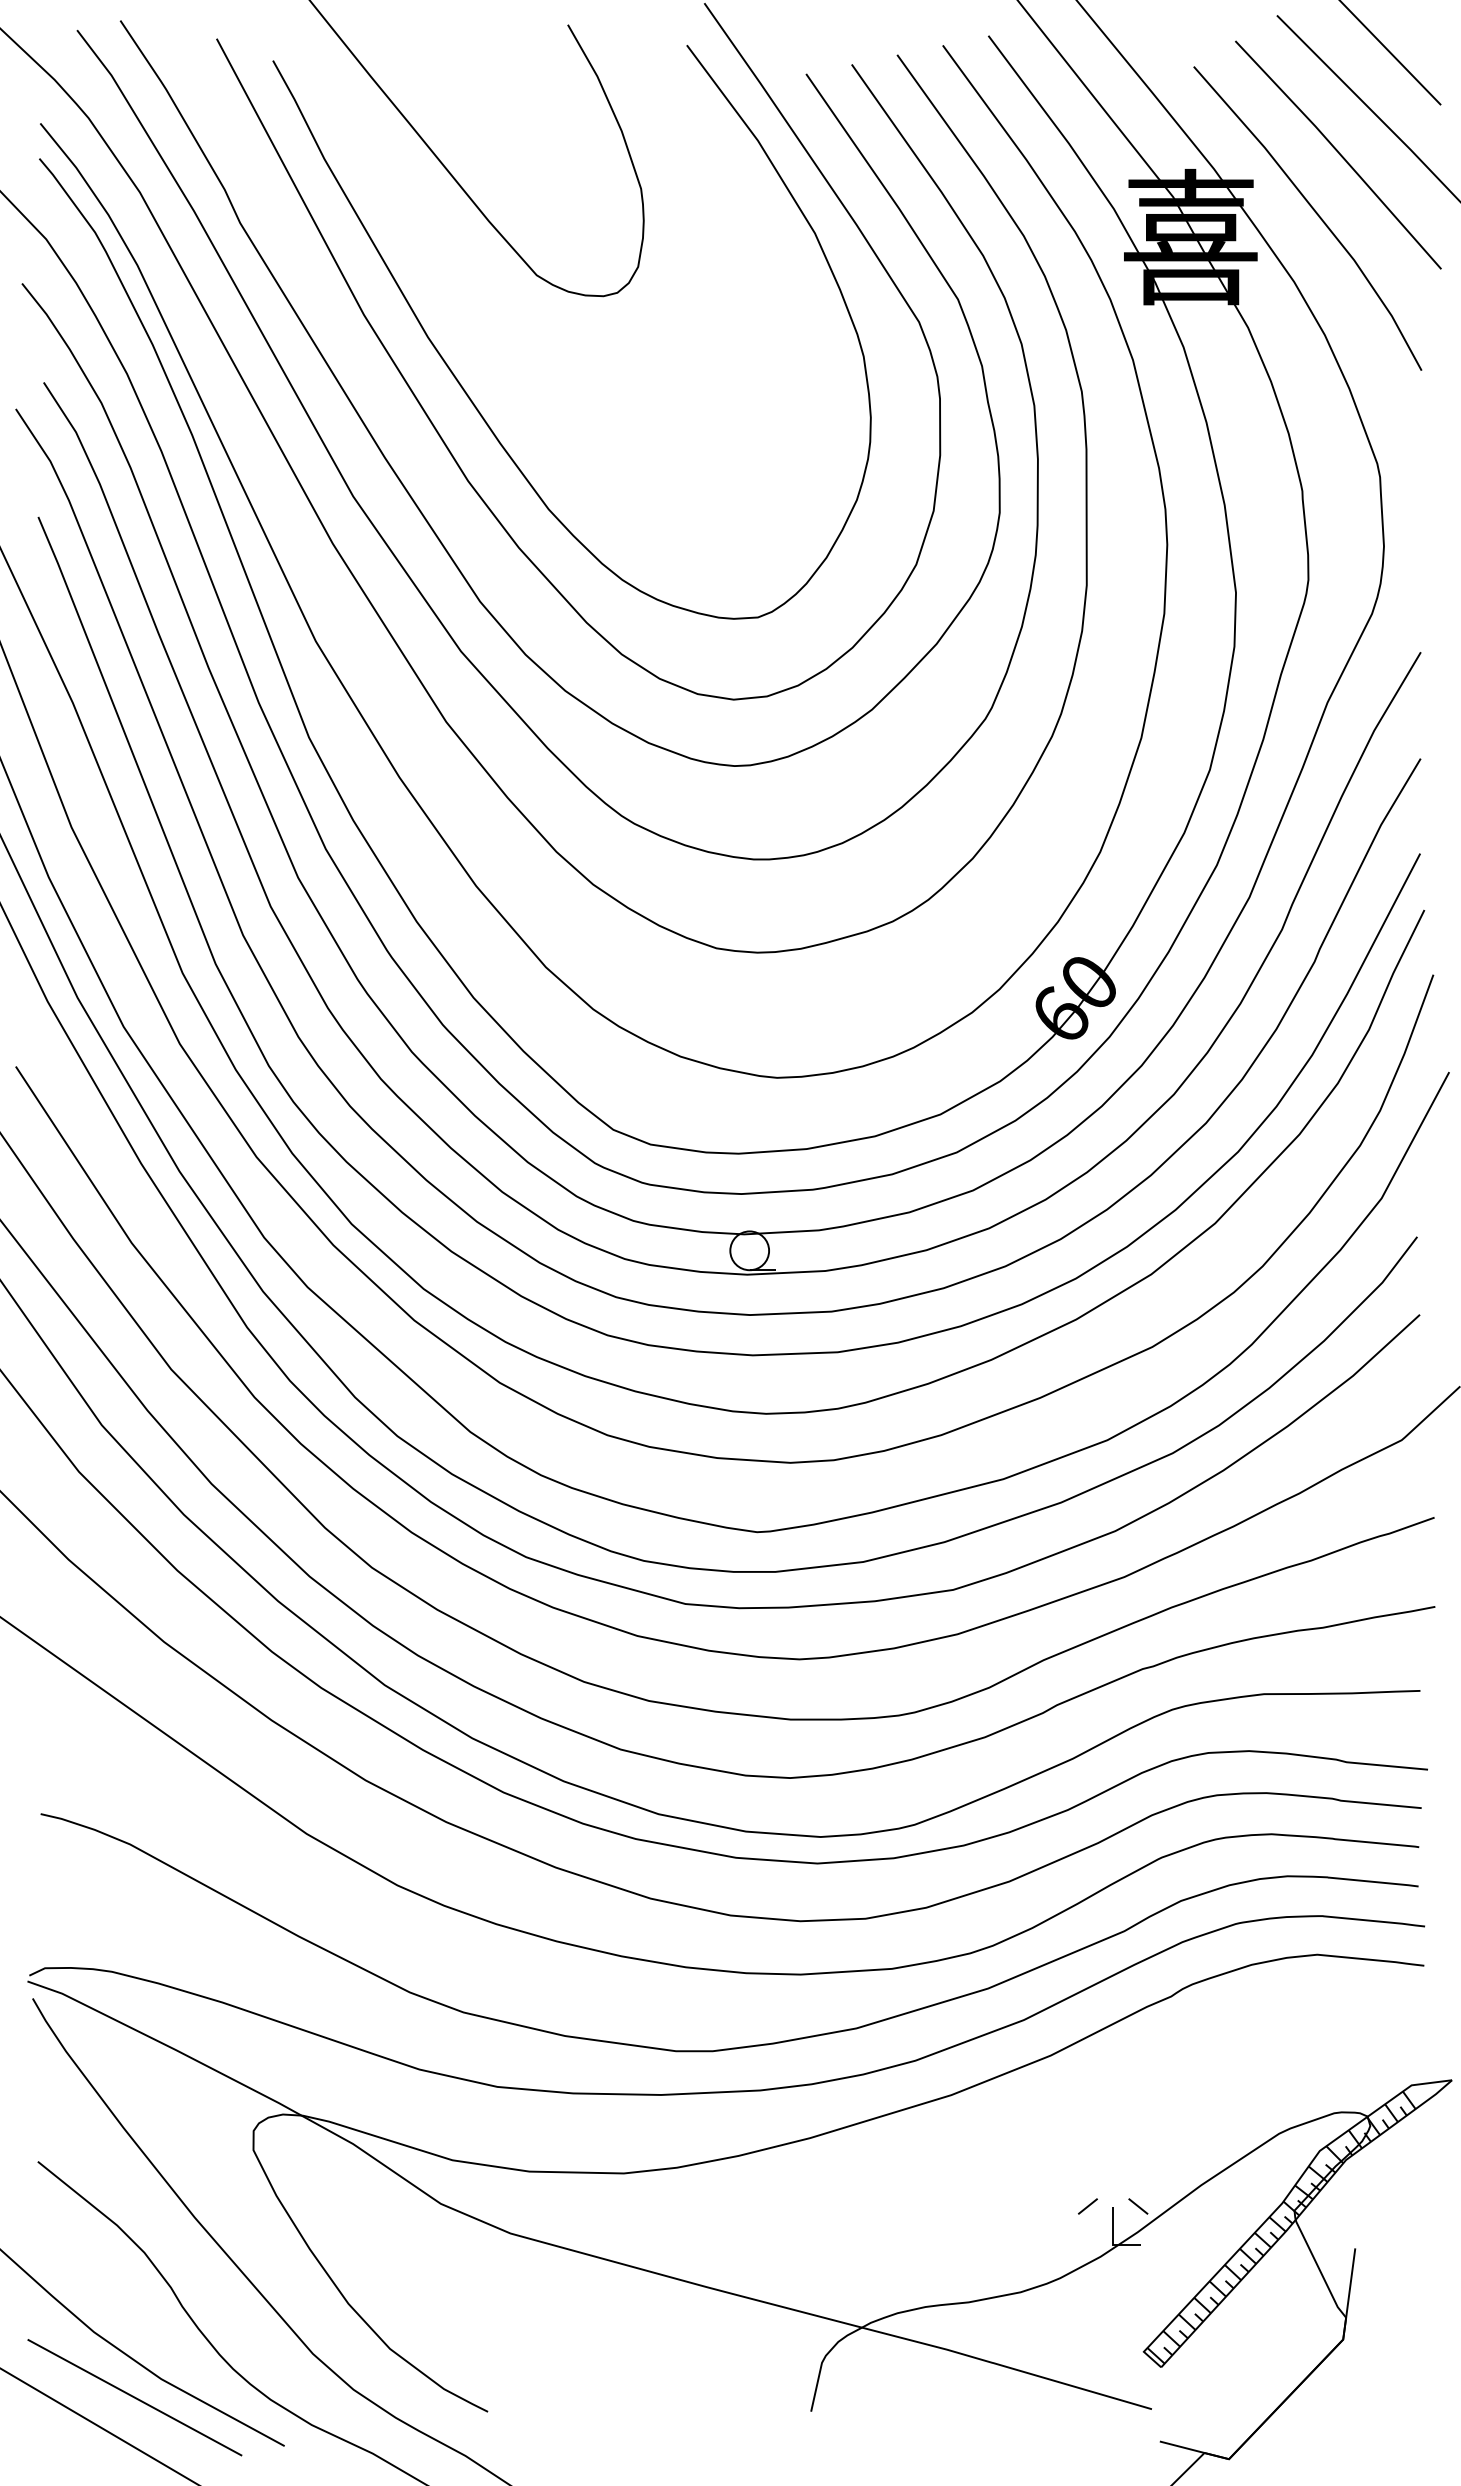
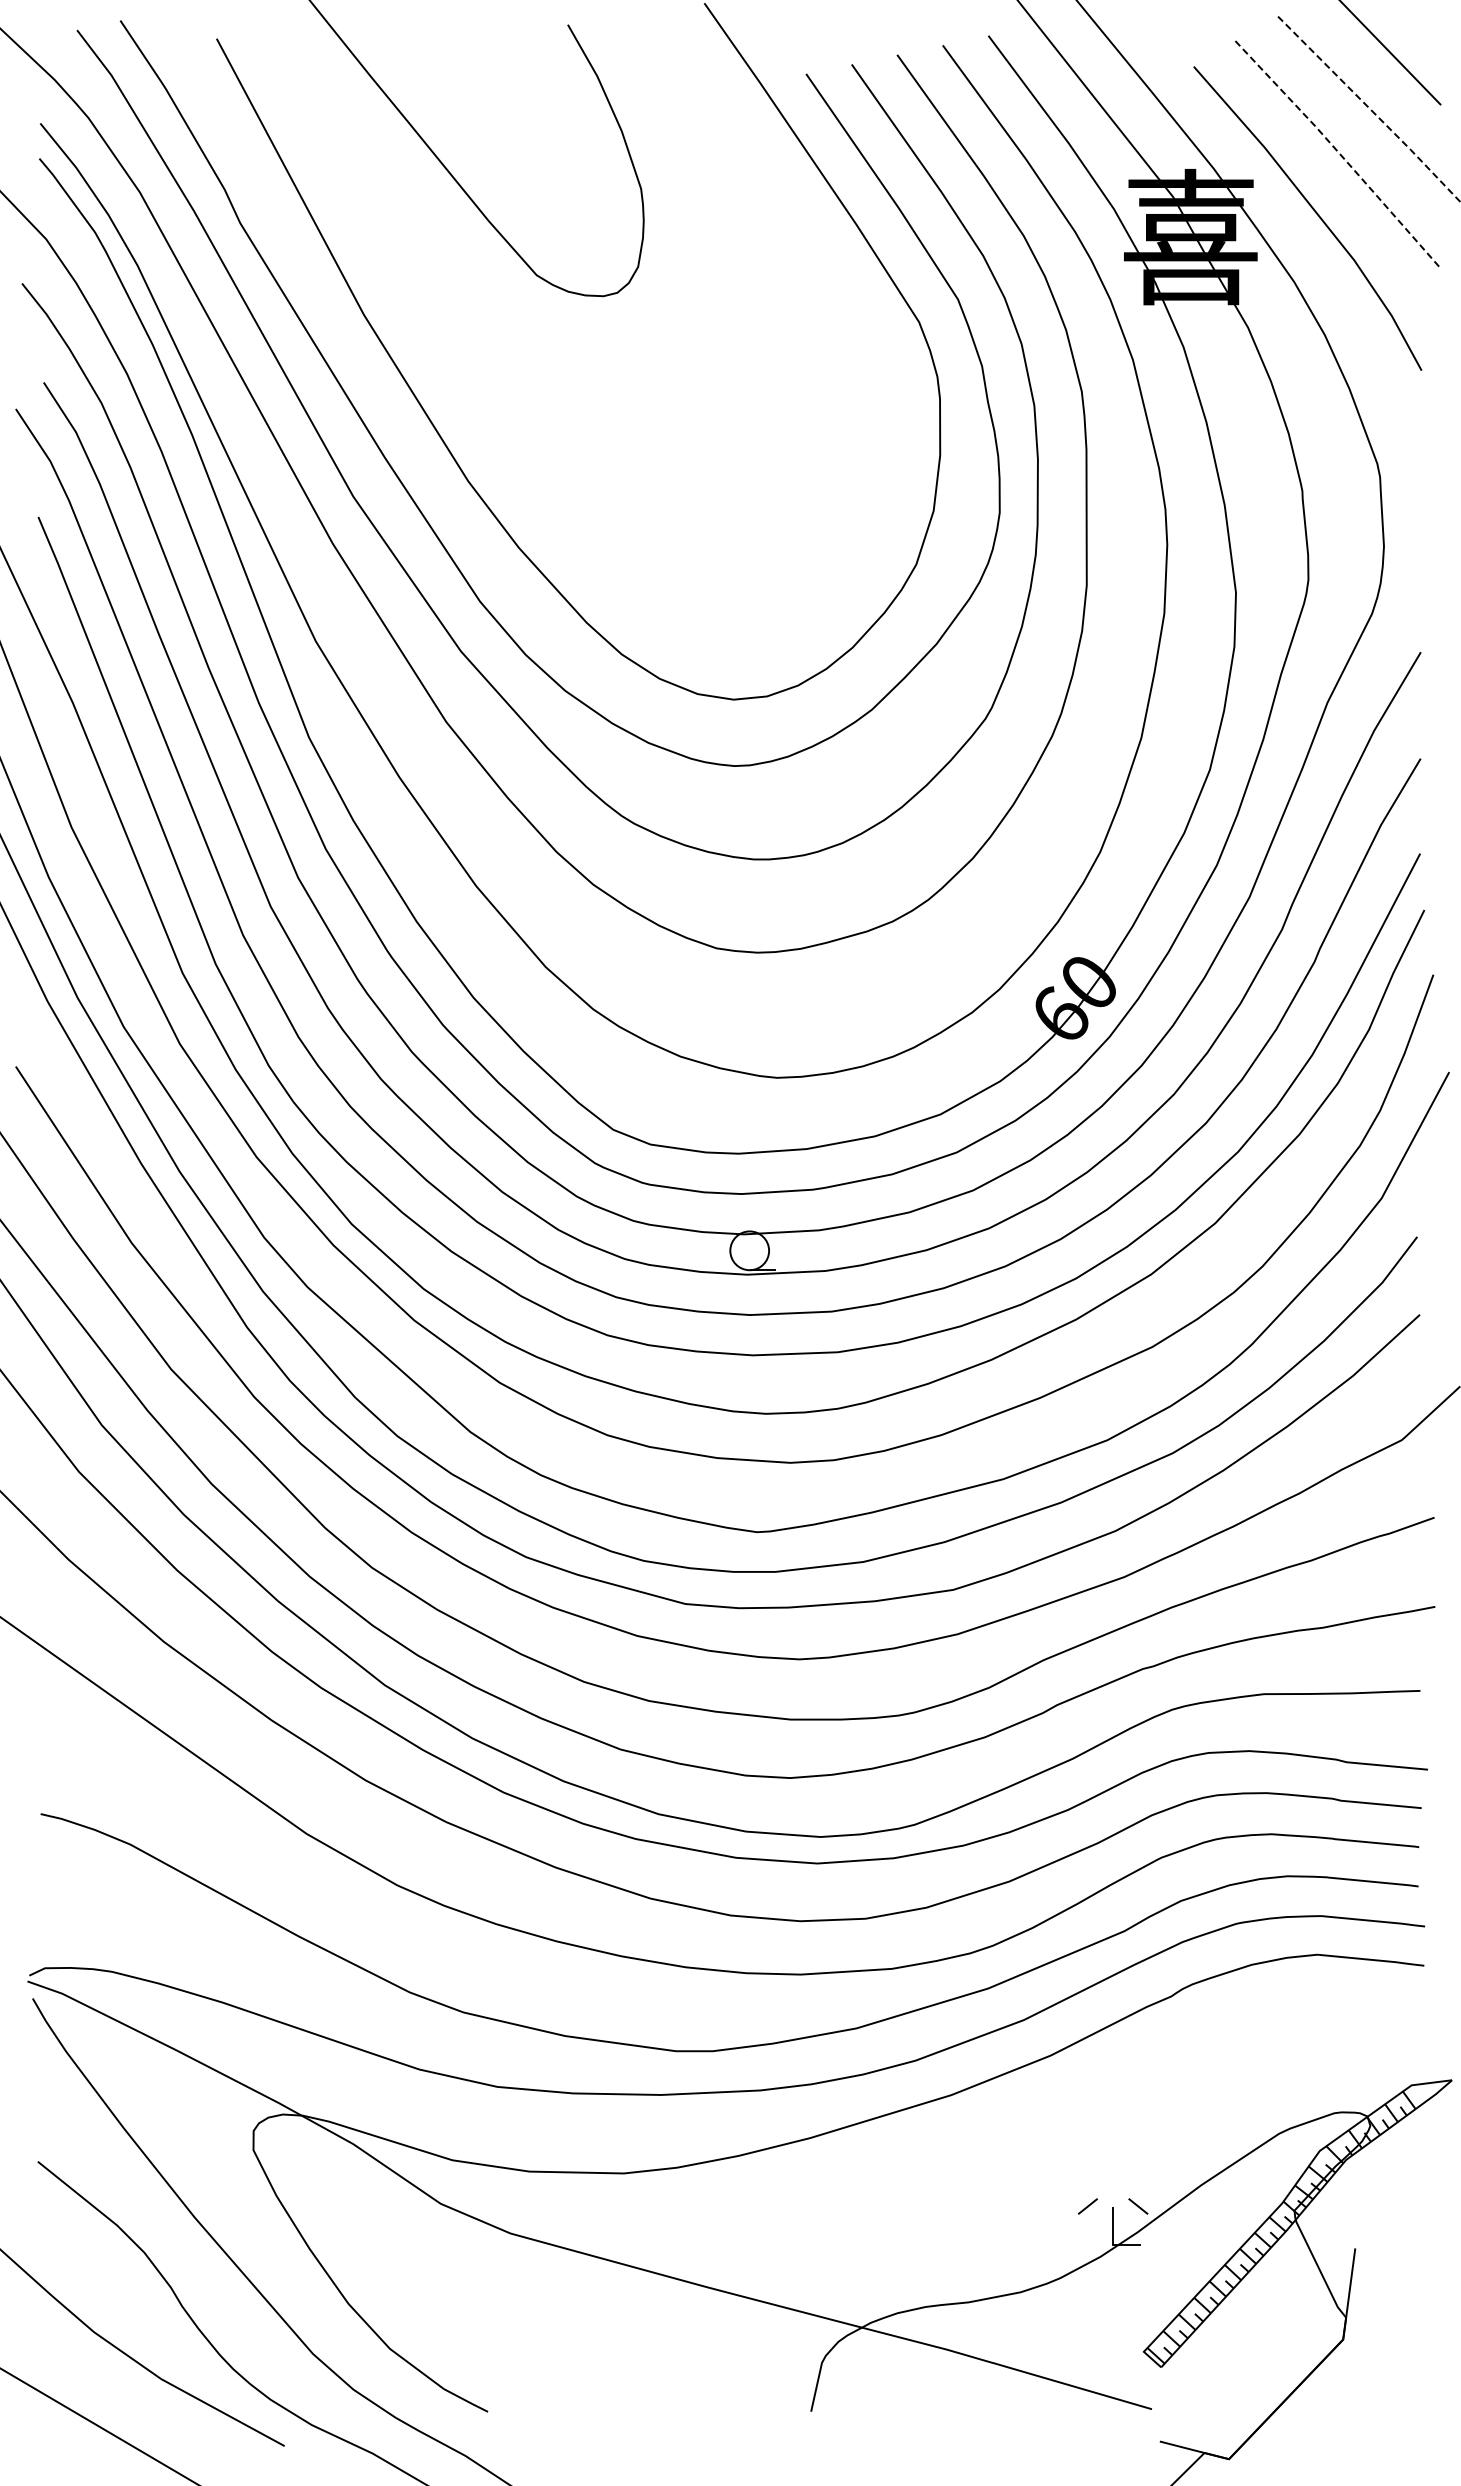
line at (1369, 108): solid -> dashed
line at (1340, 154): solid -> dashed
curve at (472, 400): present -> none
line at (134, 2397): present -> none
